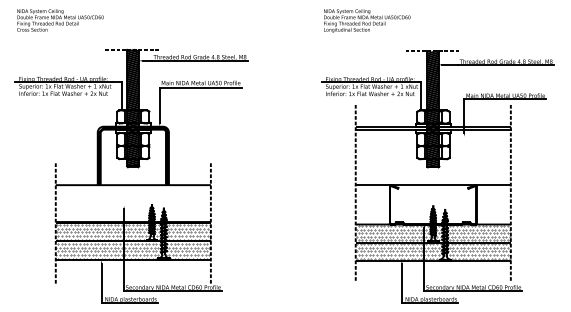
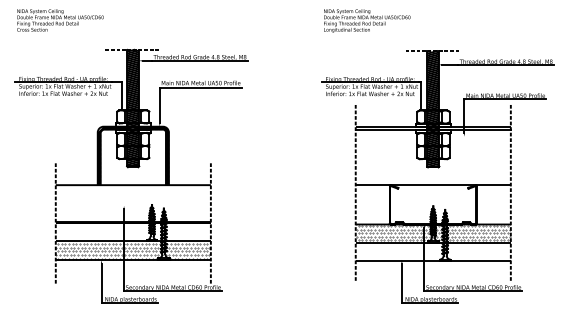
hatch at (132, 231): present -> none
hatch at (432, 251): present -> none
